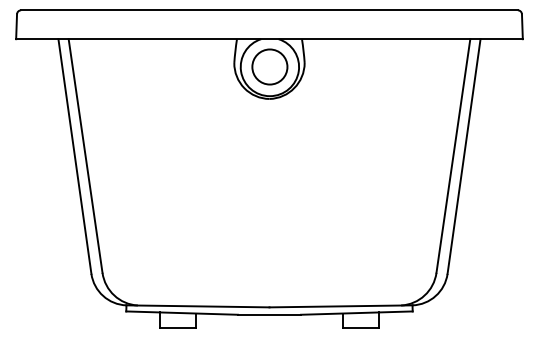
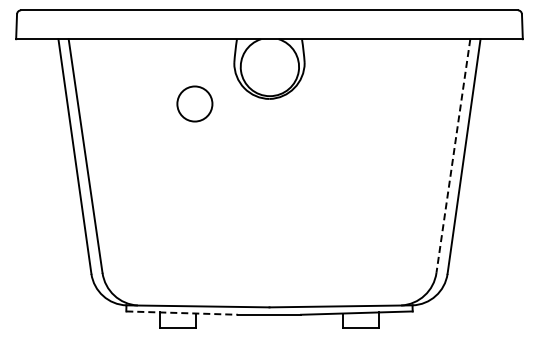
circle at (269, 66) position: (269, 66) -> (194, 103)
line at (453, 156): solid -> dashed
line at (182, 313): solid -> dashed
